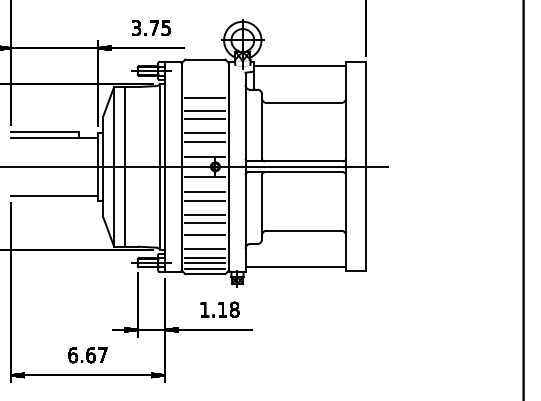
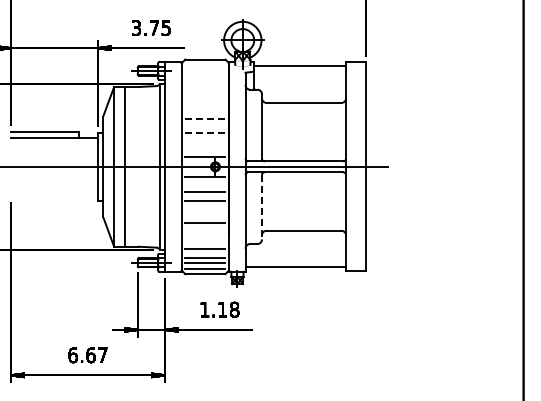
line at (205, 98): present -> none
line at (205, 110): present -> none
line at (205, 118): solid -> dashed
line at (205, 132): solid -> dashed
line at (205, 141): present -> none
line at (53, 195): present -> none
line at (262, 207): solid -> dashed
line at (205, 214): present -> none
line at (205, 235): present -> none
